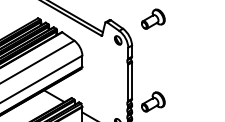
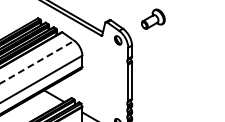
line at (38, 61): solid -> dashed
part at (153, 101): present -> none
